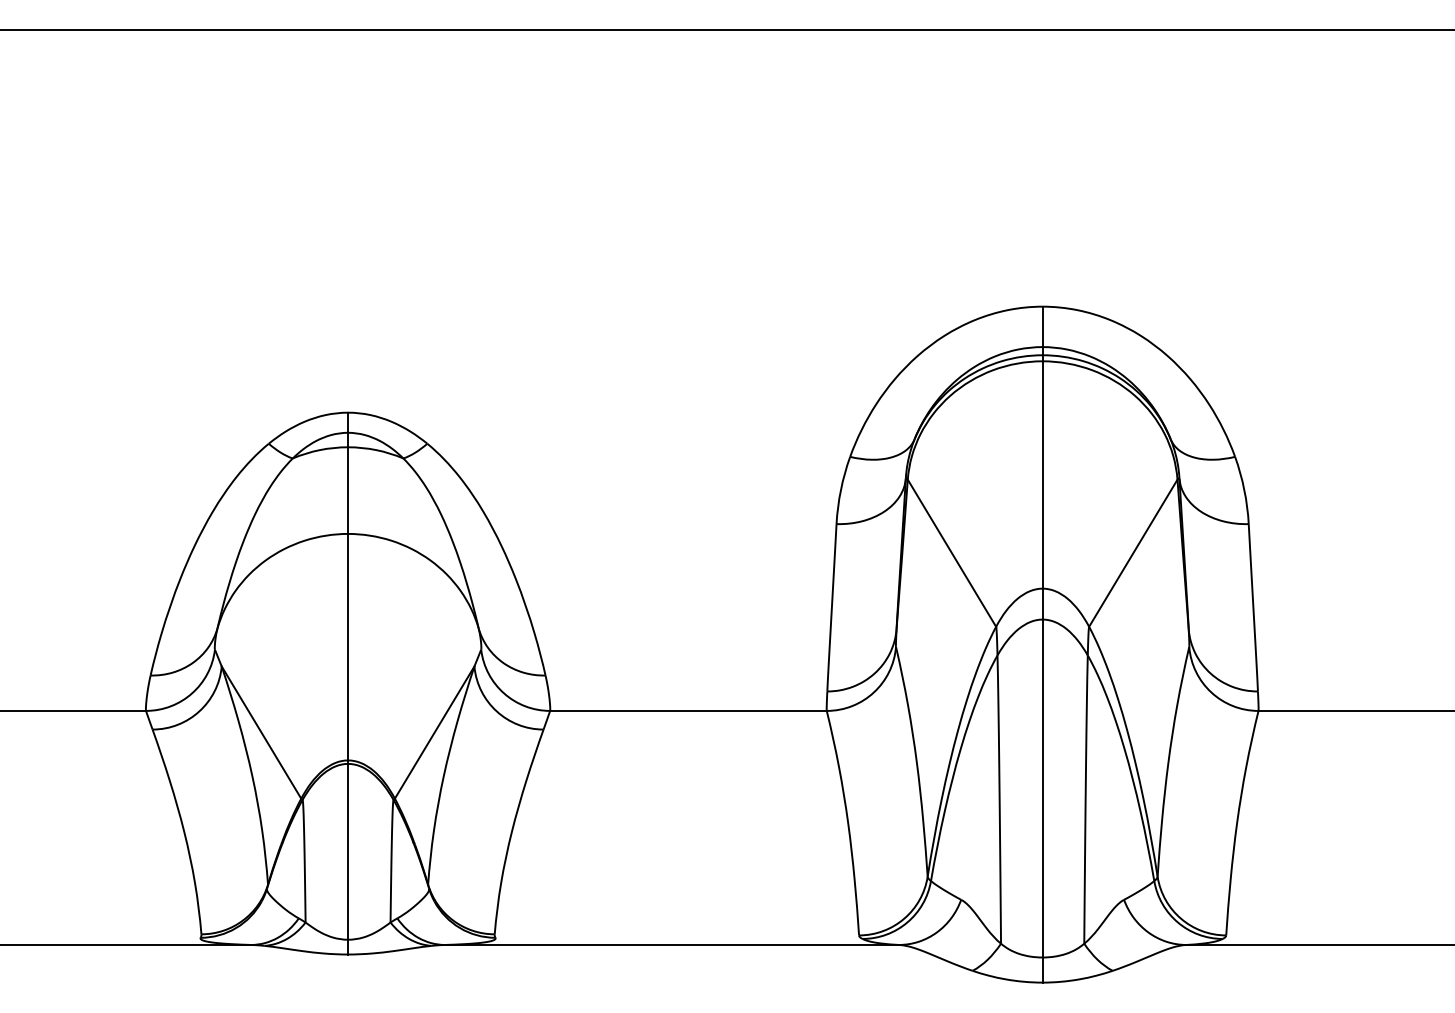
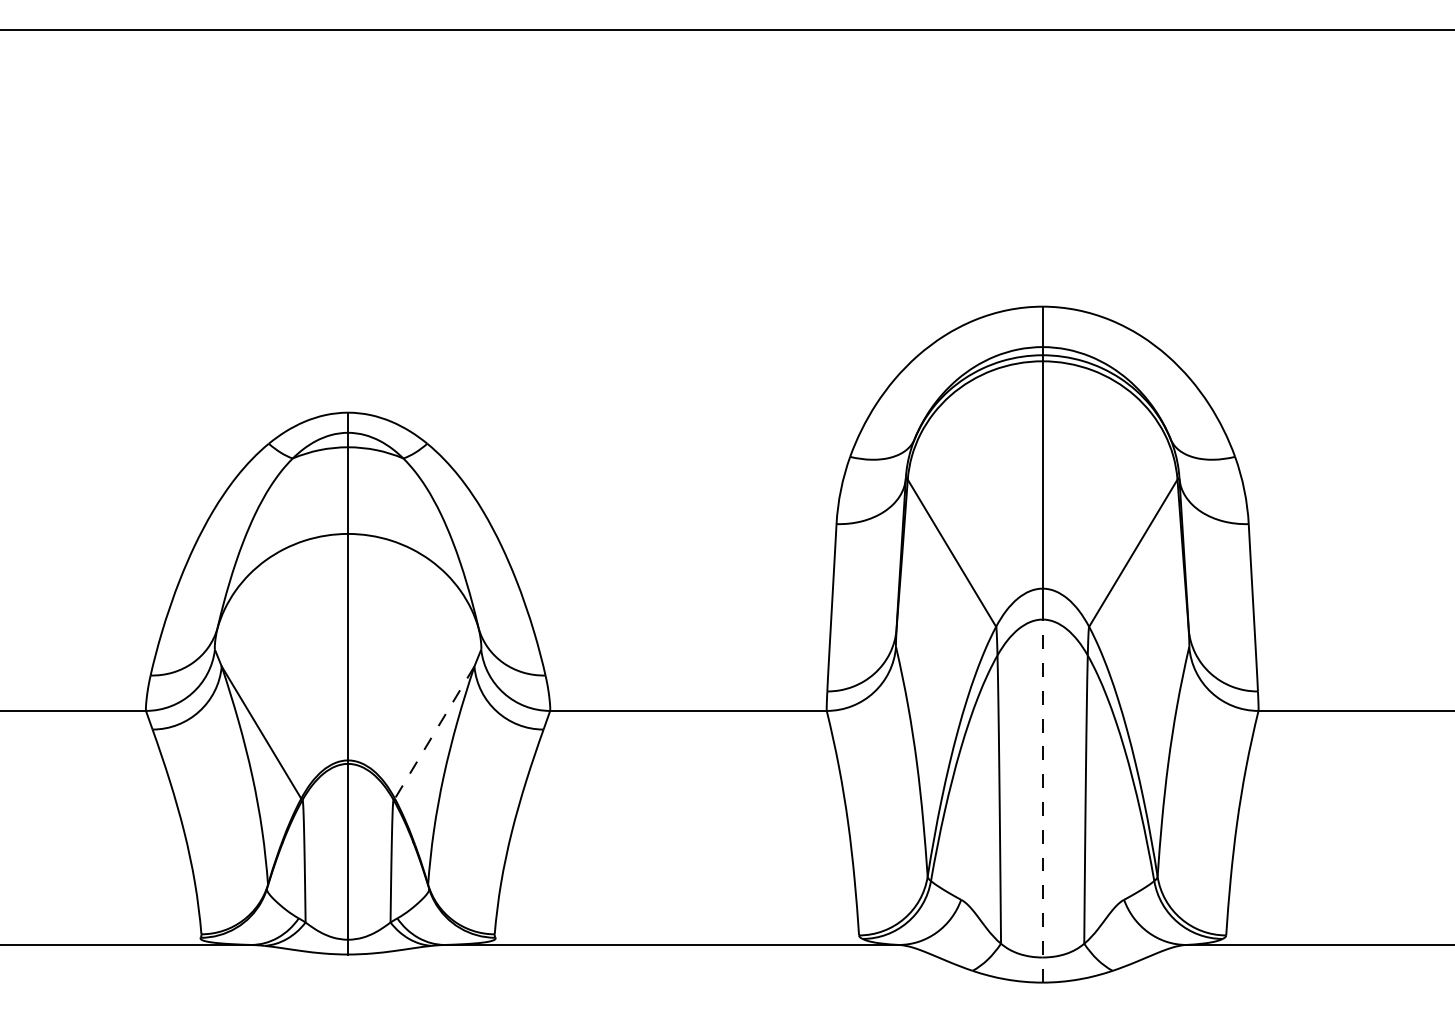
line at (434, 733): solid -> dashed
line at (1042, 801): solid -> dashed
